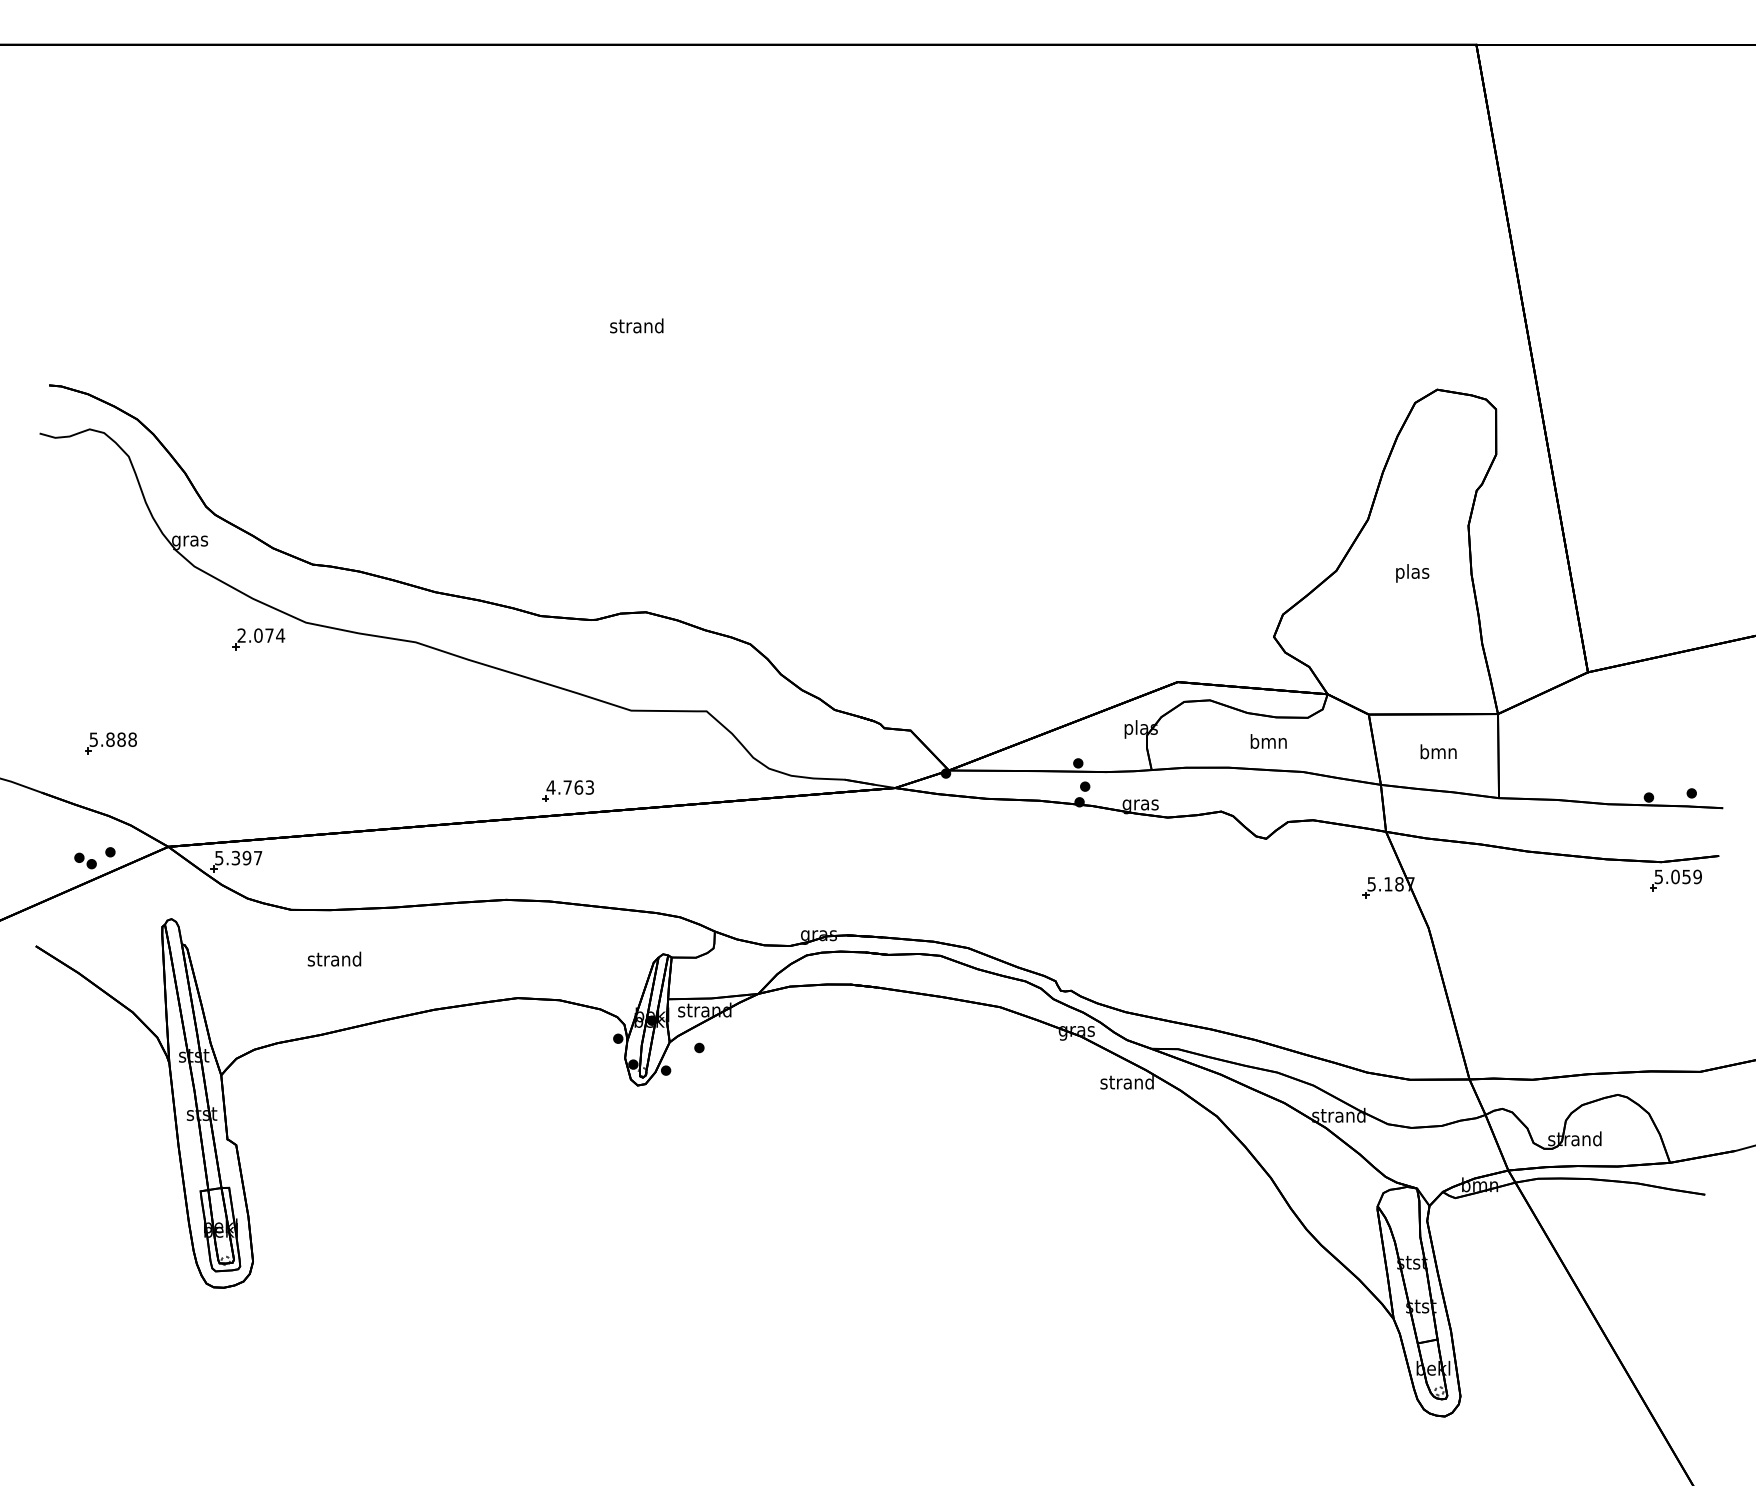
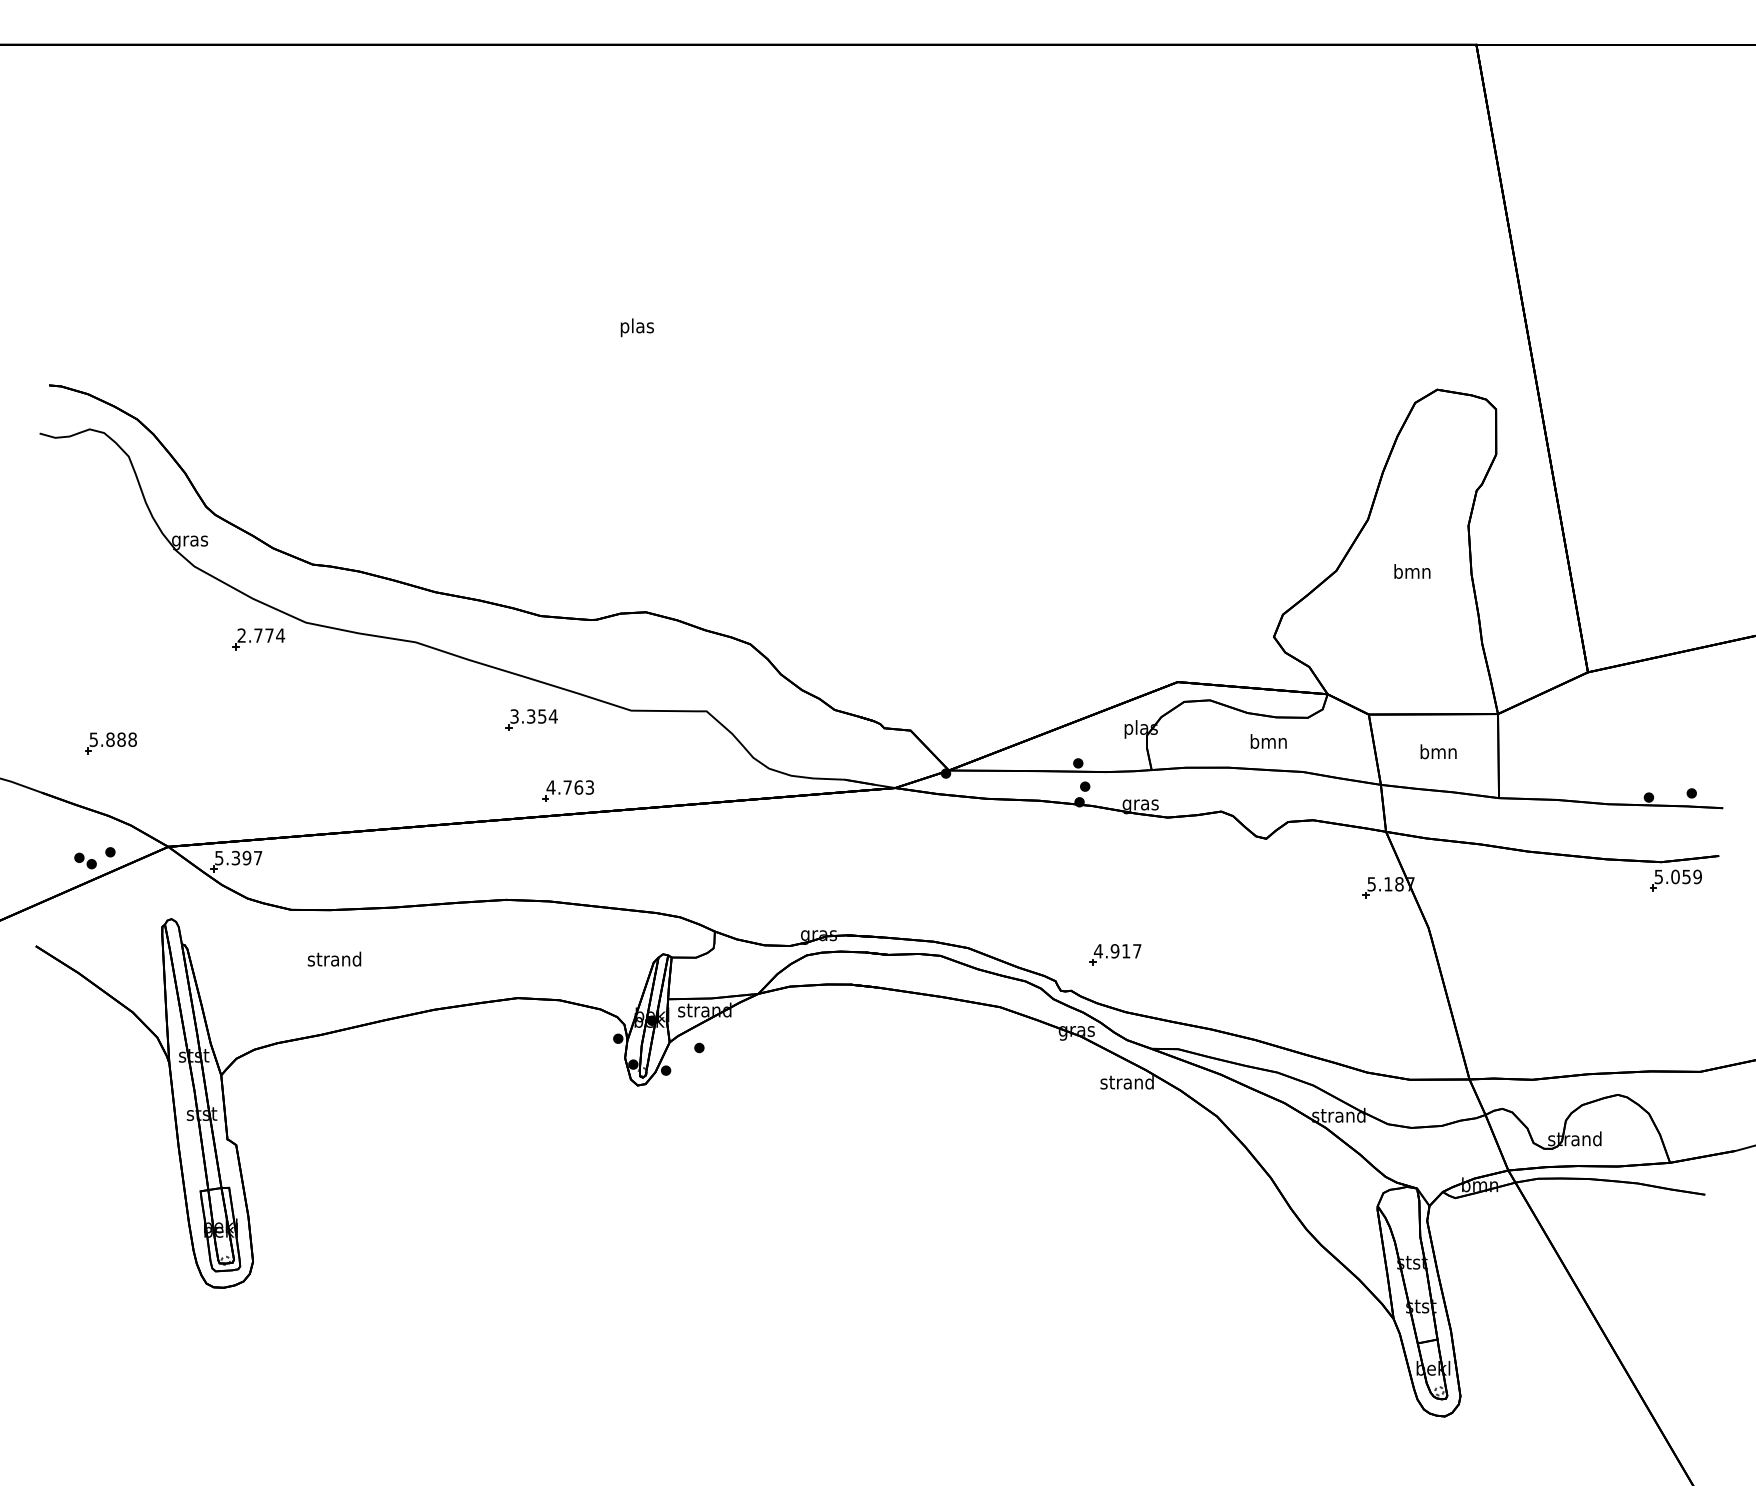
text at (636, 327): strand -> plas
text at (1412, 573): plas -> bmn
text at (258, 635): 2.074 -> 2.774
part at (531, 719): none -> present
part at (1115, 954): none -> present
